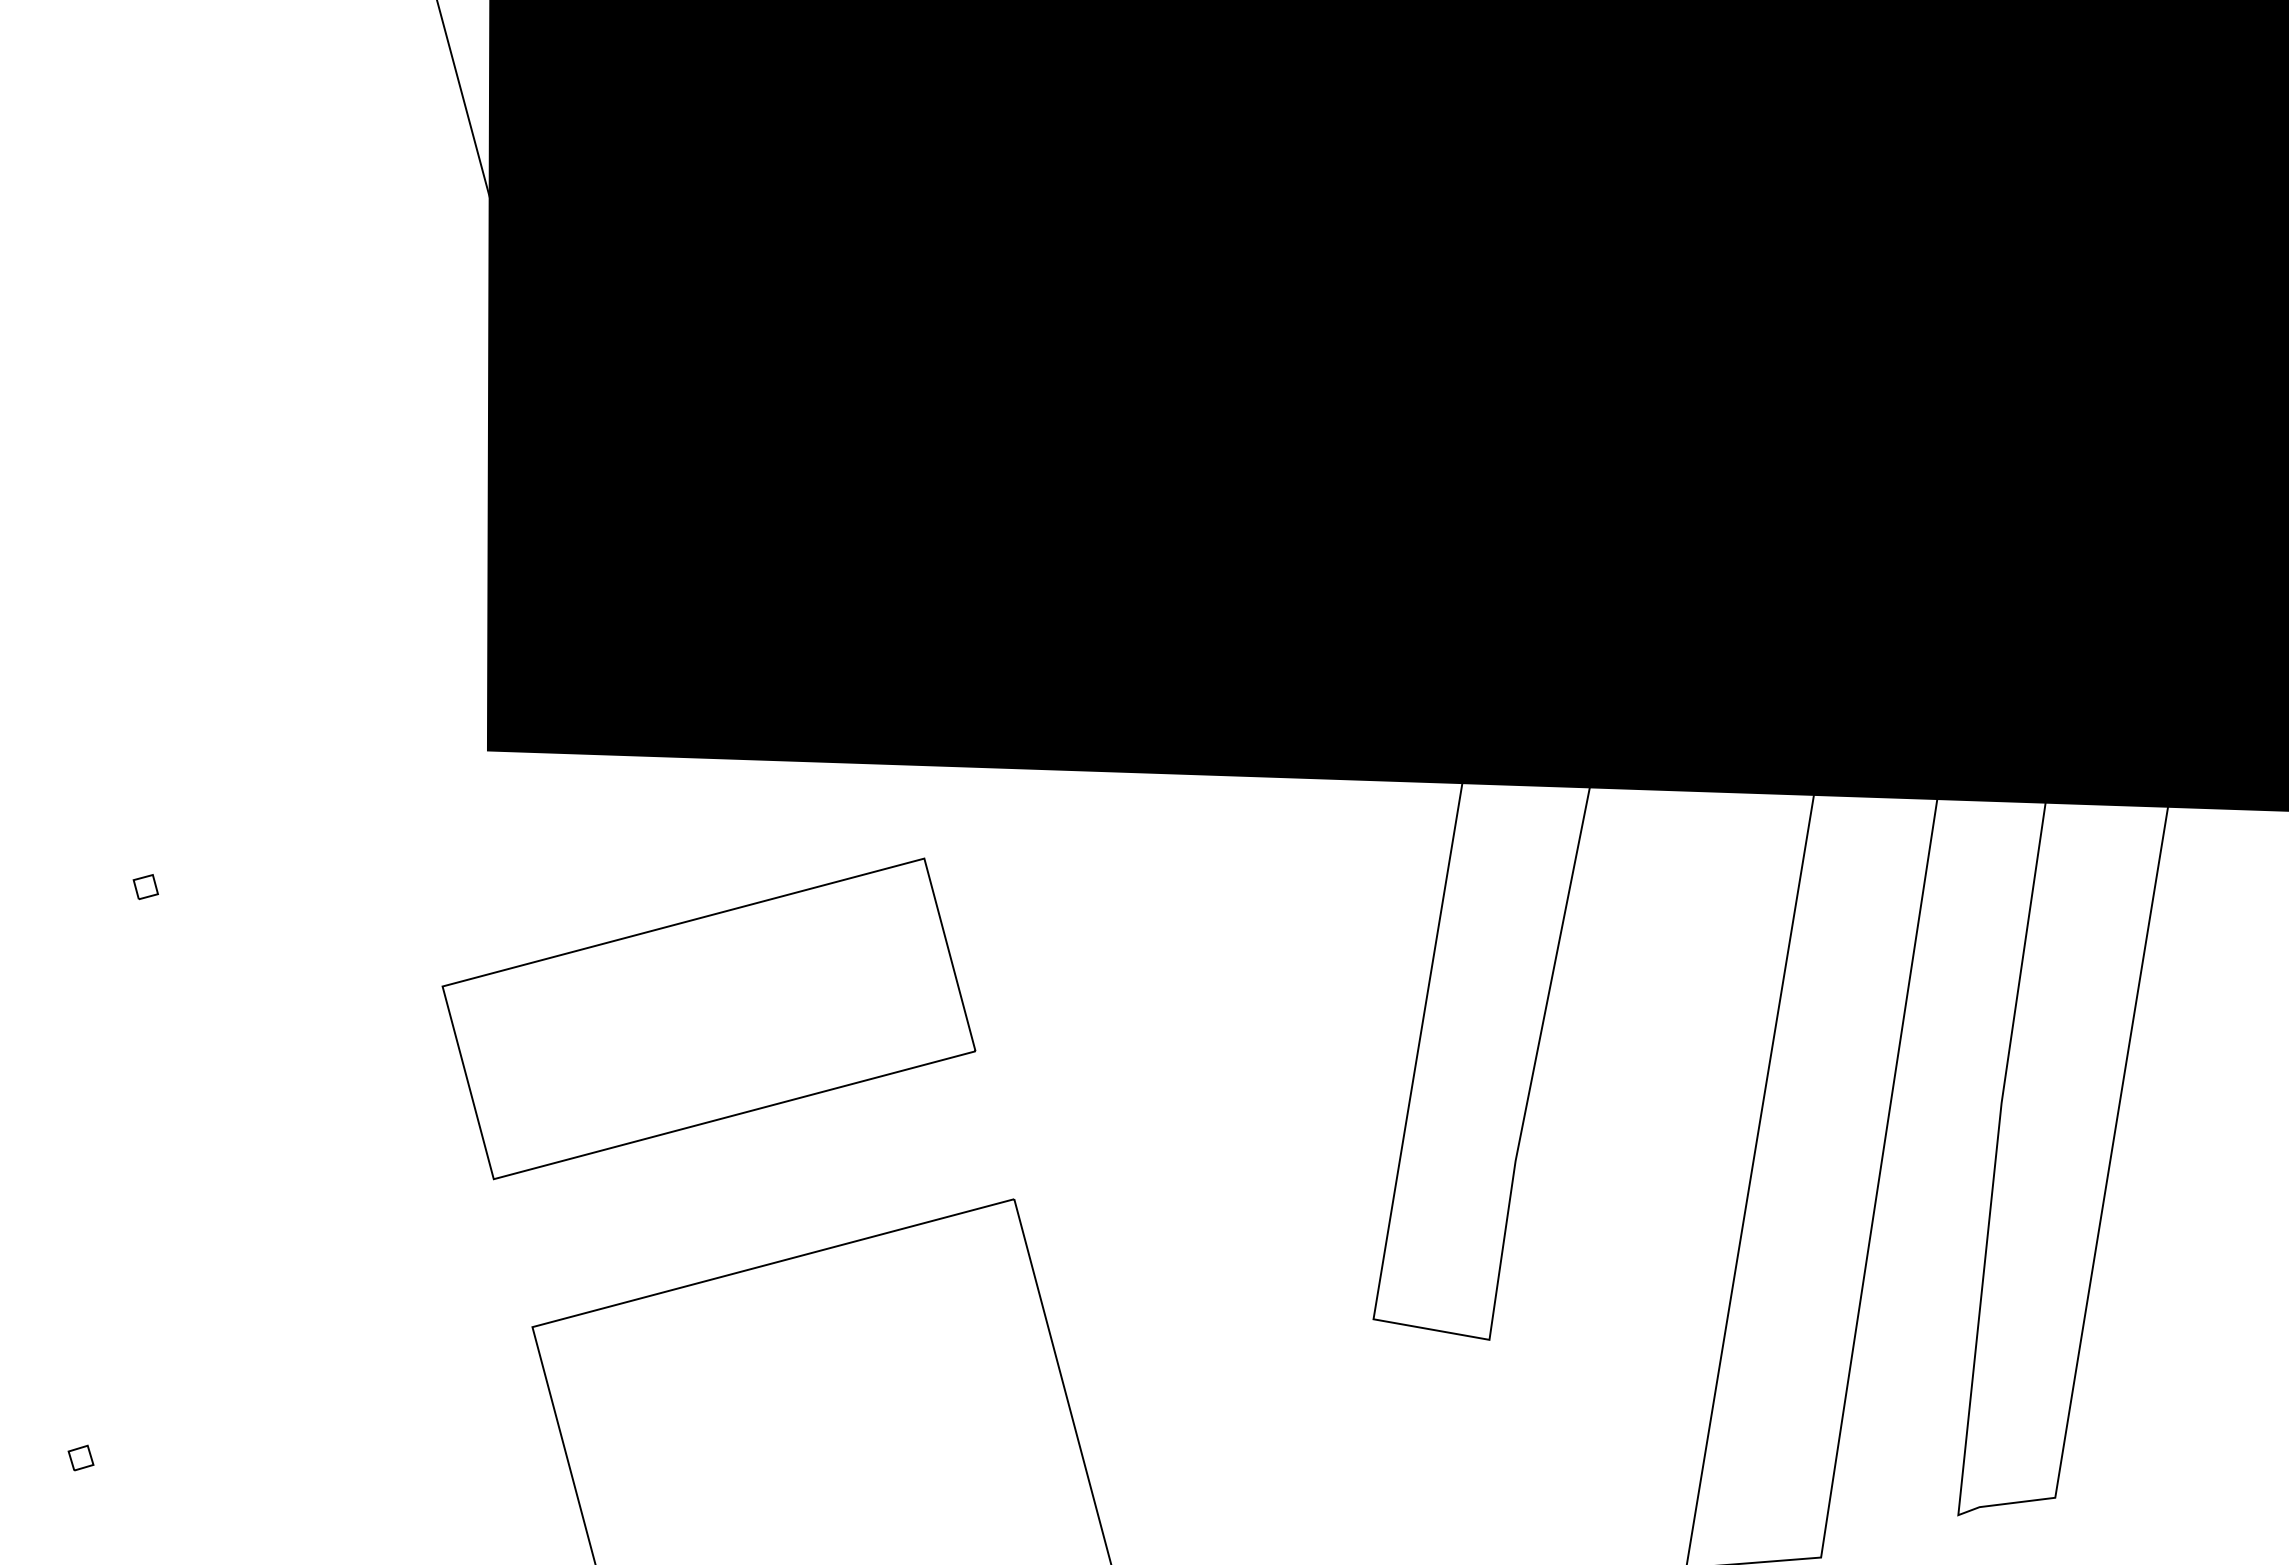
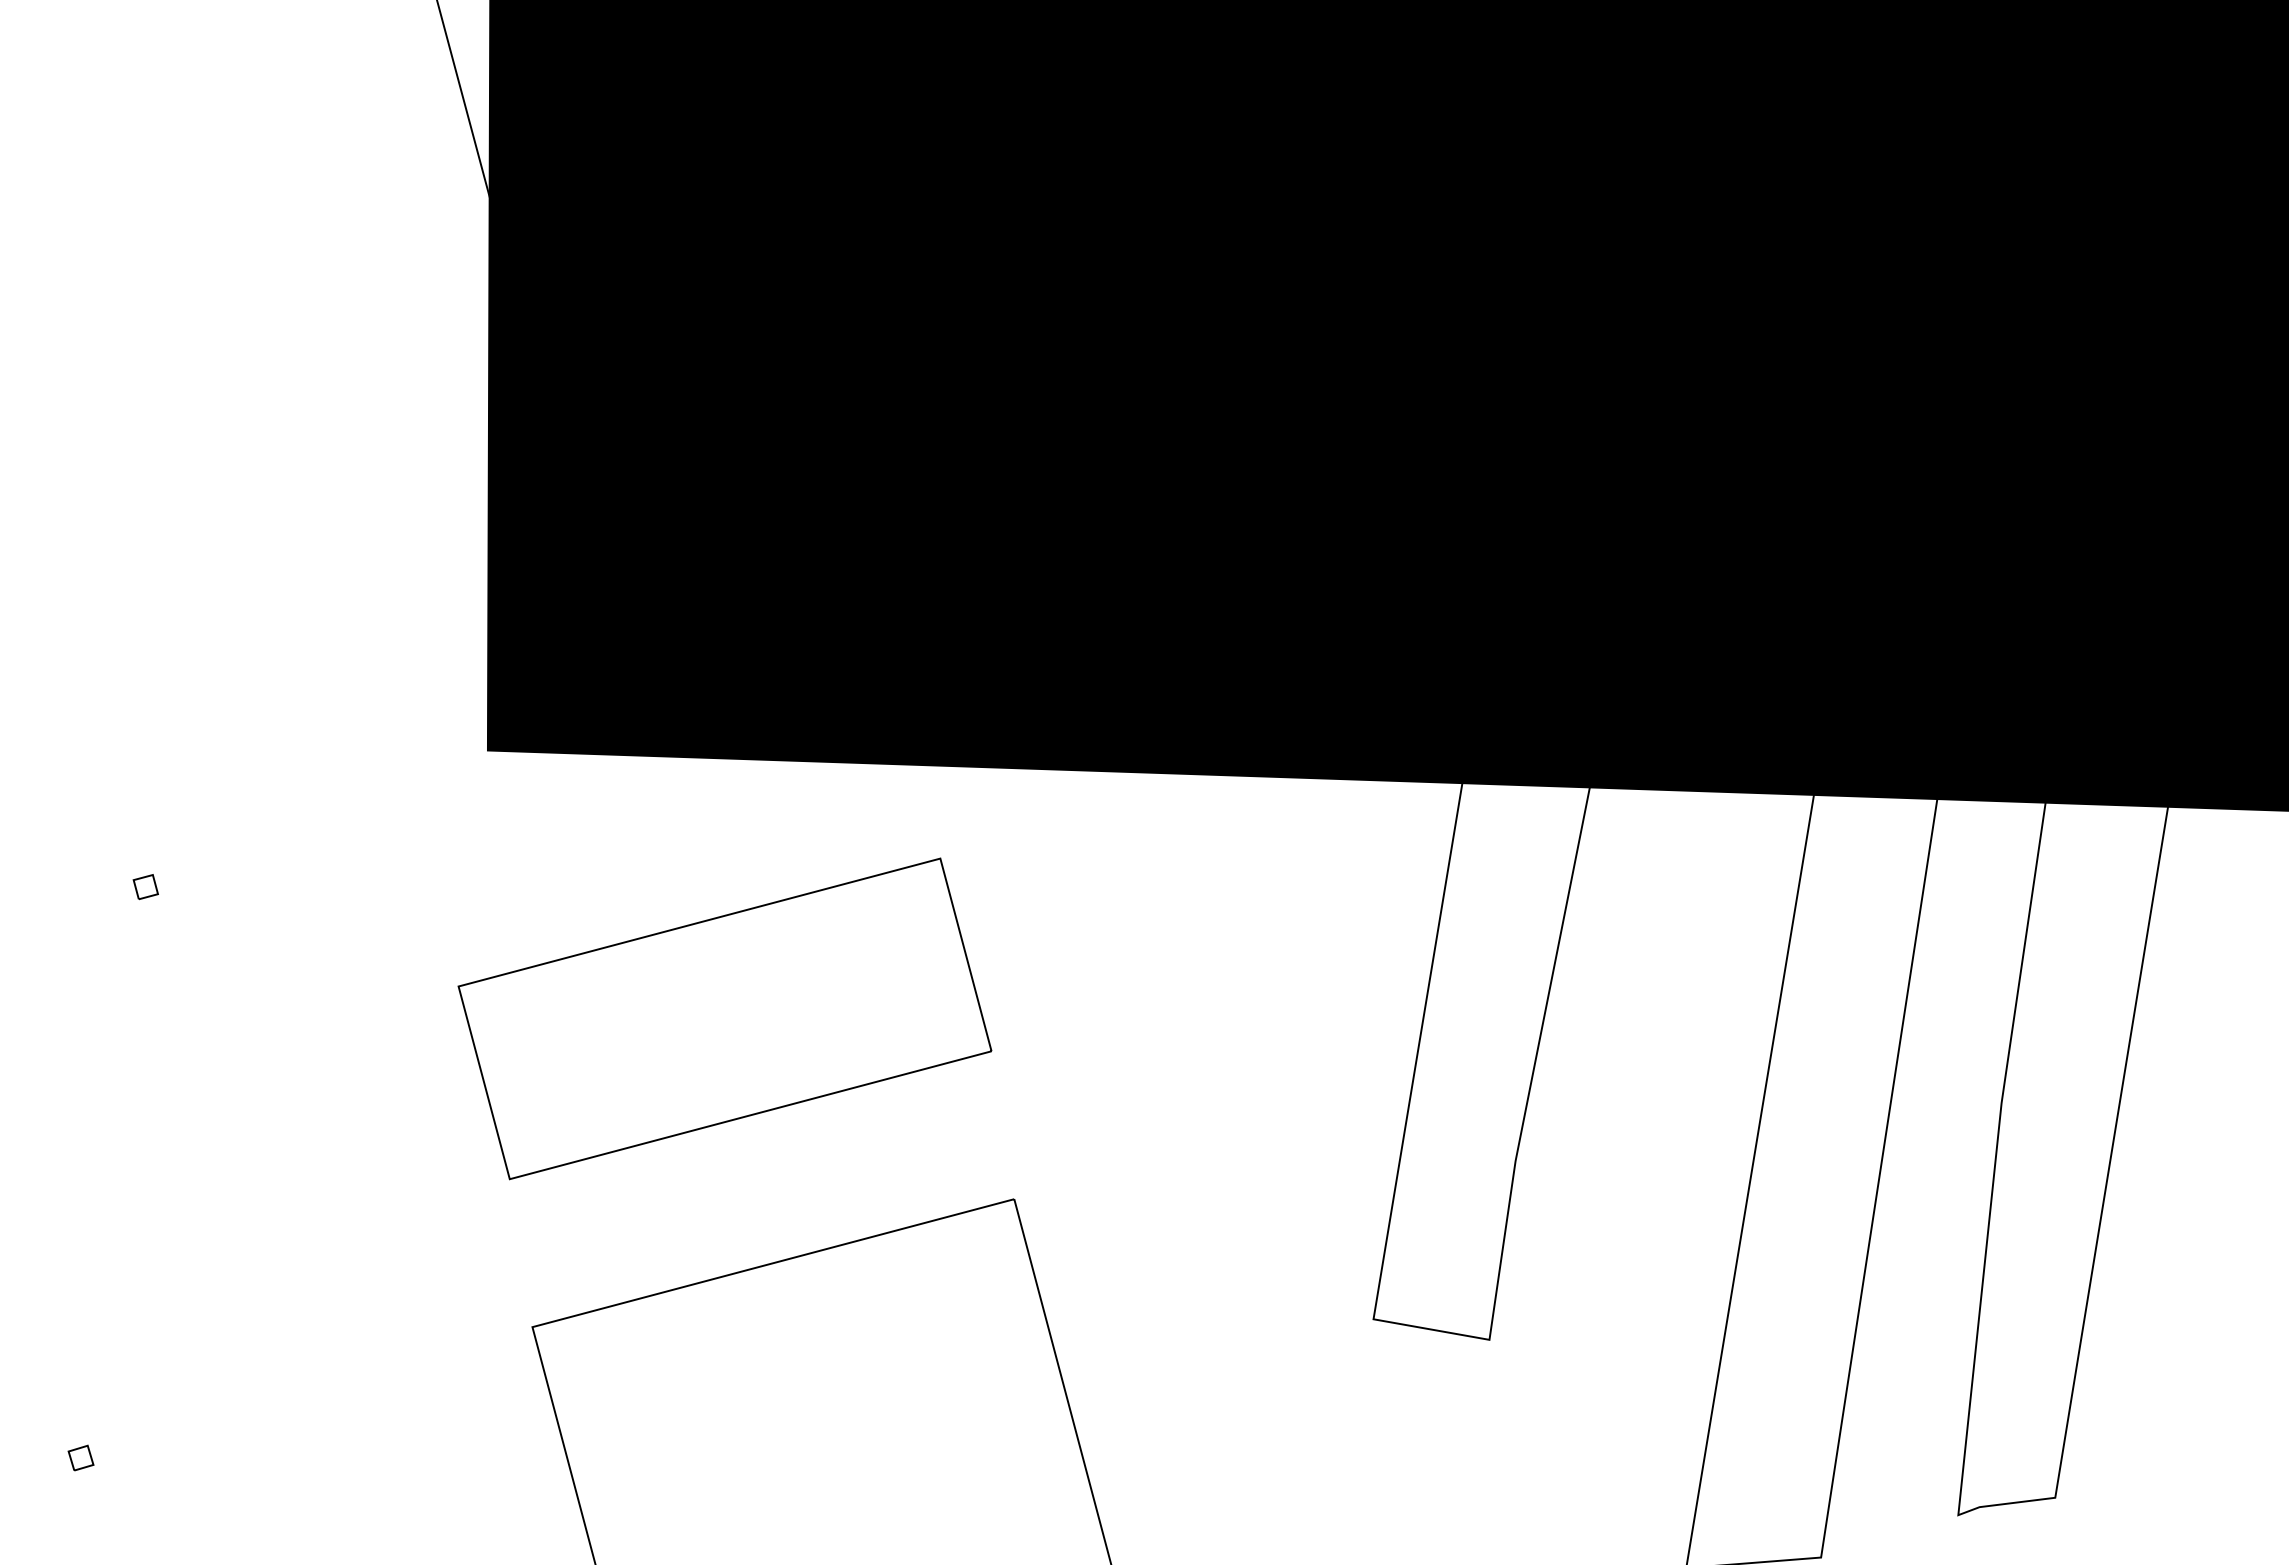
part at (708, 1018) position: (708, 1018) -> (724, 1018)
